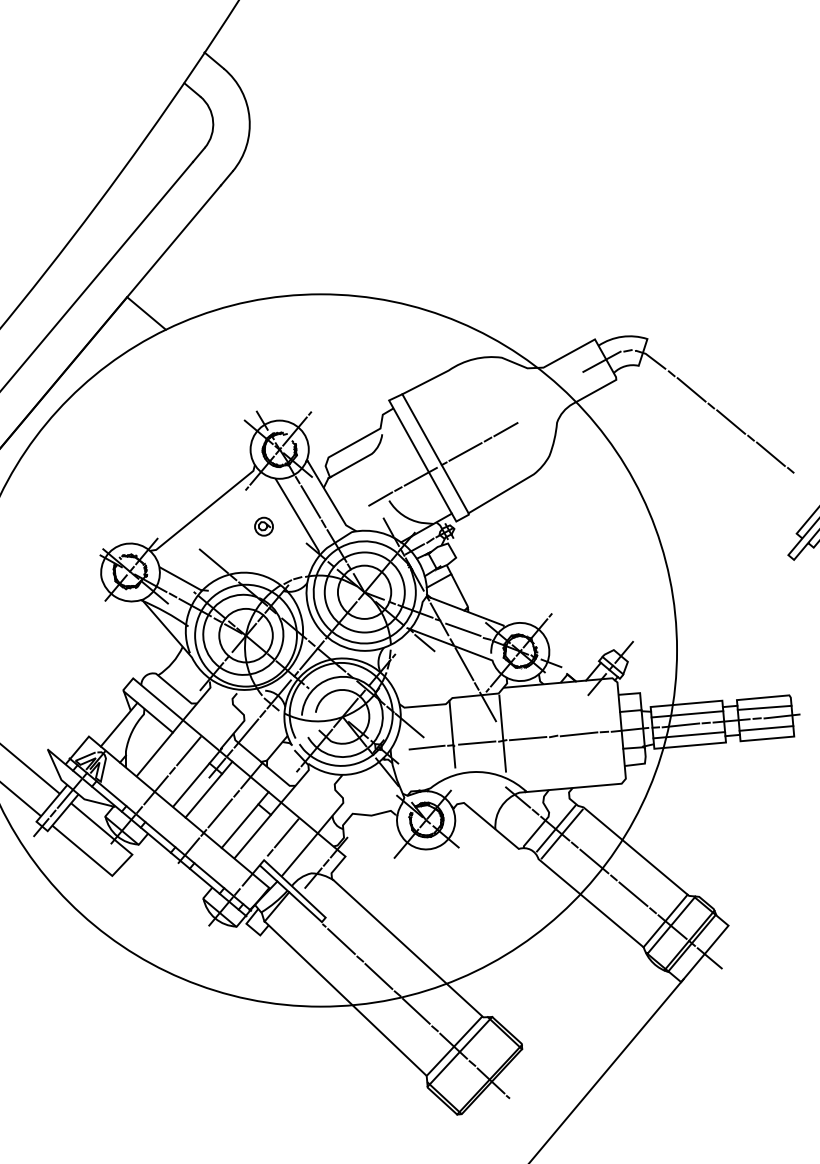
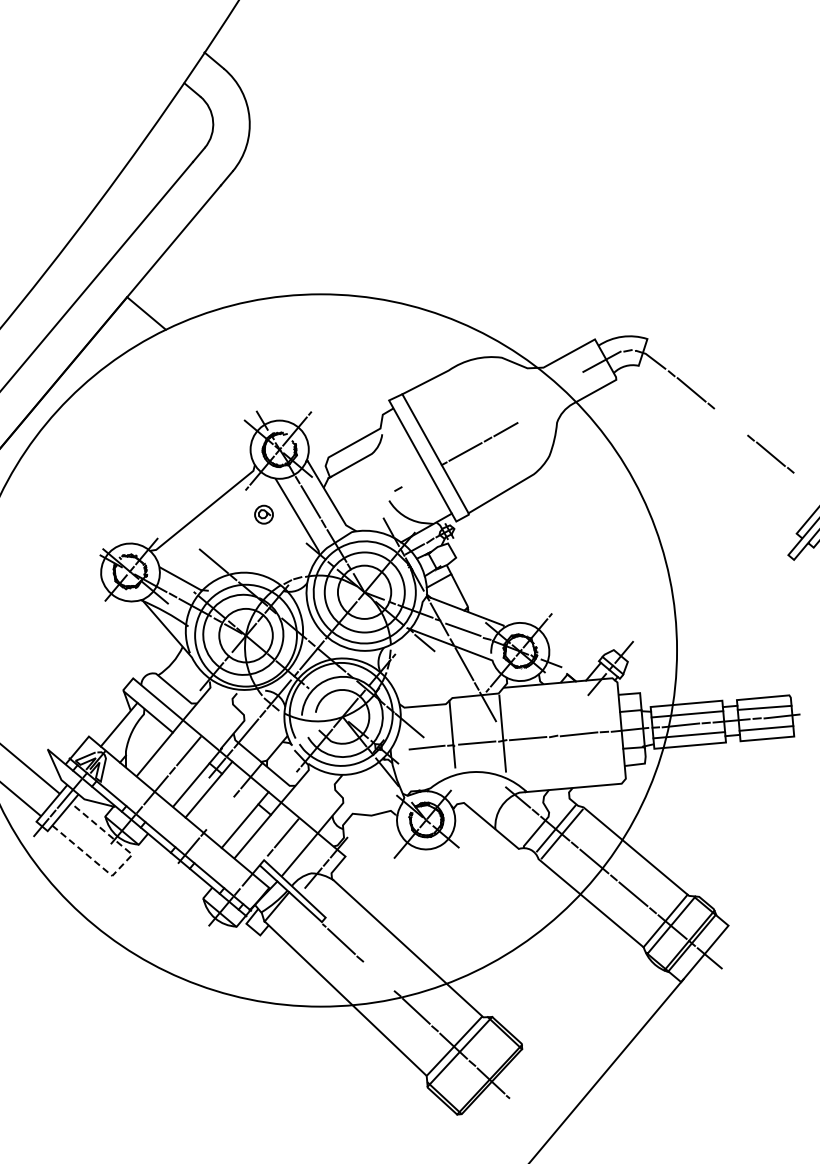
line at (731, 421): present -> none
line at (420, 476): present -> none
line at (380, 498): present -> none
part at (263, 526) position: (263, 526) -> (263, 514)
line at (219, 813): present -> none
line at (123, 864): solid -> dashed
line at (378, 976): present -> none
